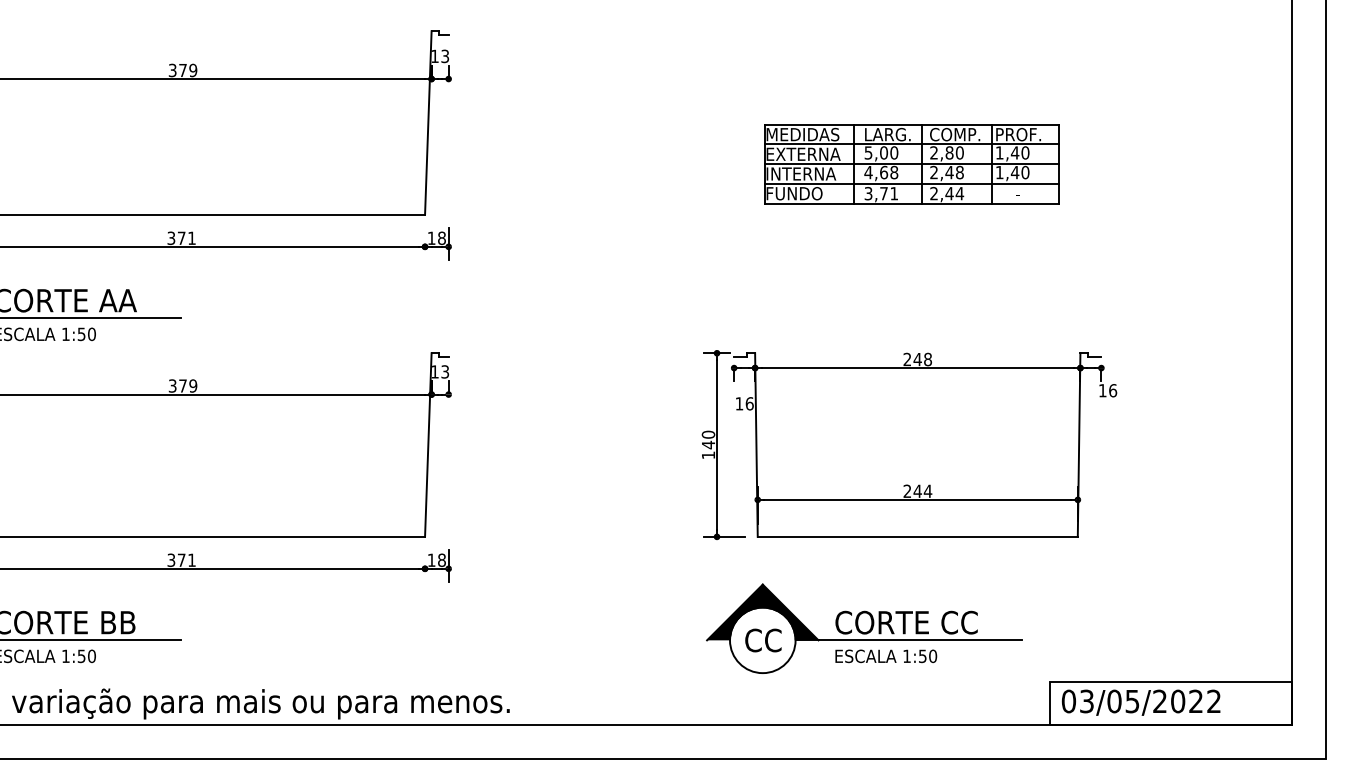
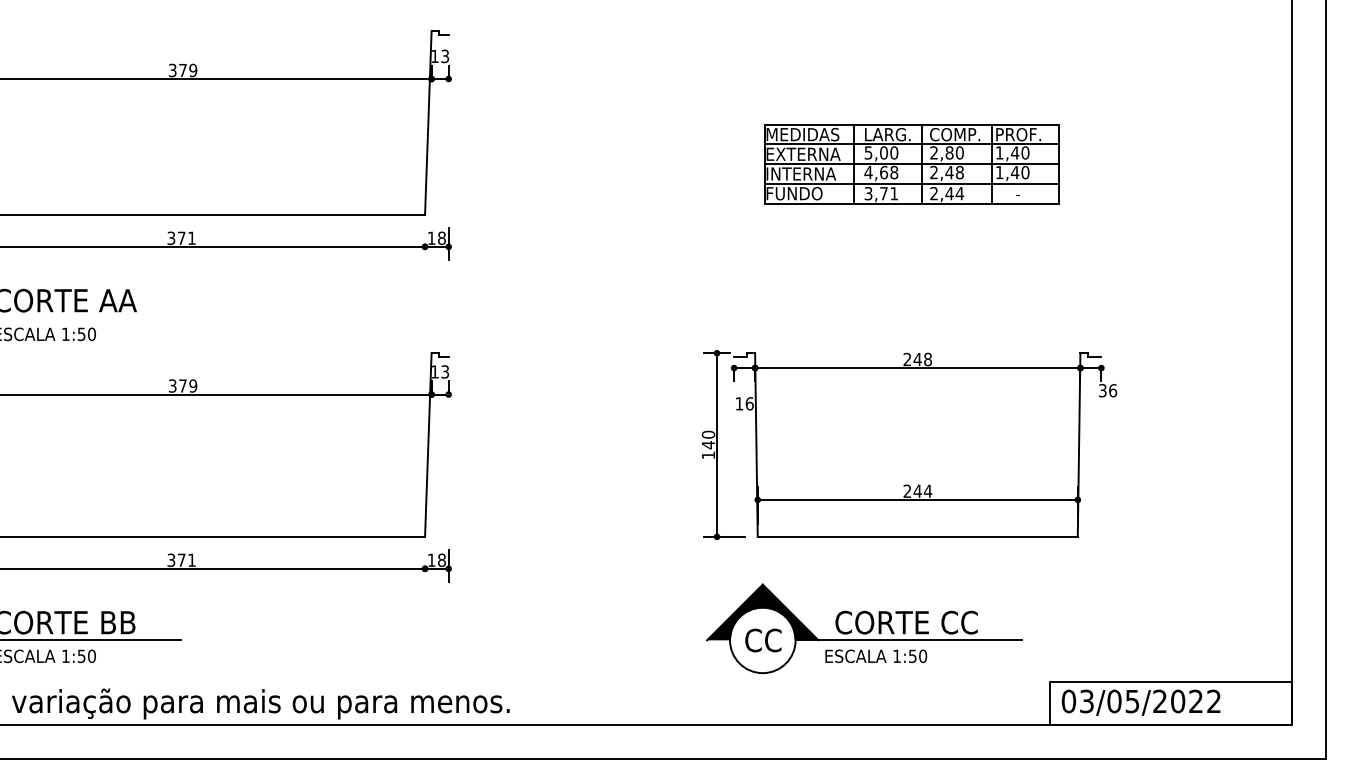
line at (91, 318): present -> none
text at (1102, 390): 16 -> 36
text at (886, 656) position: (886, 656) -> (876, 656)
